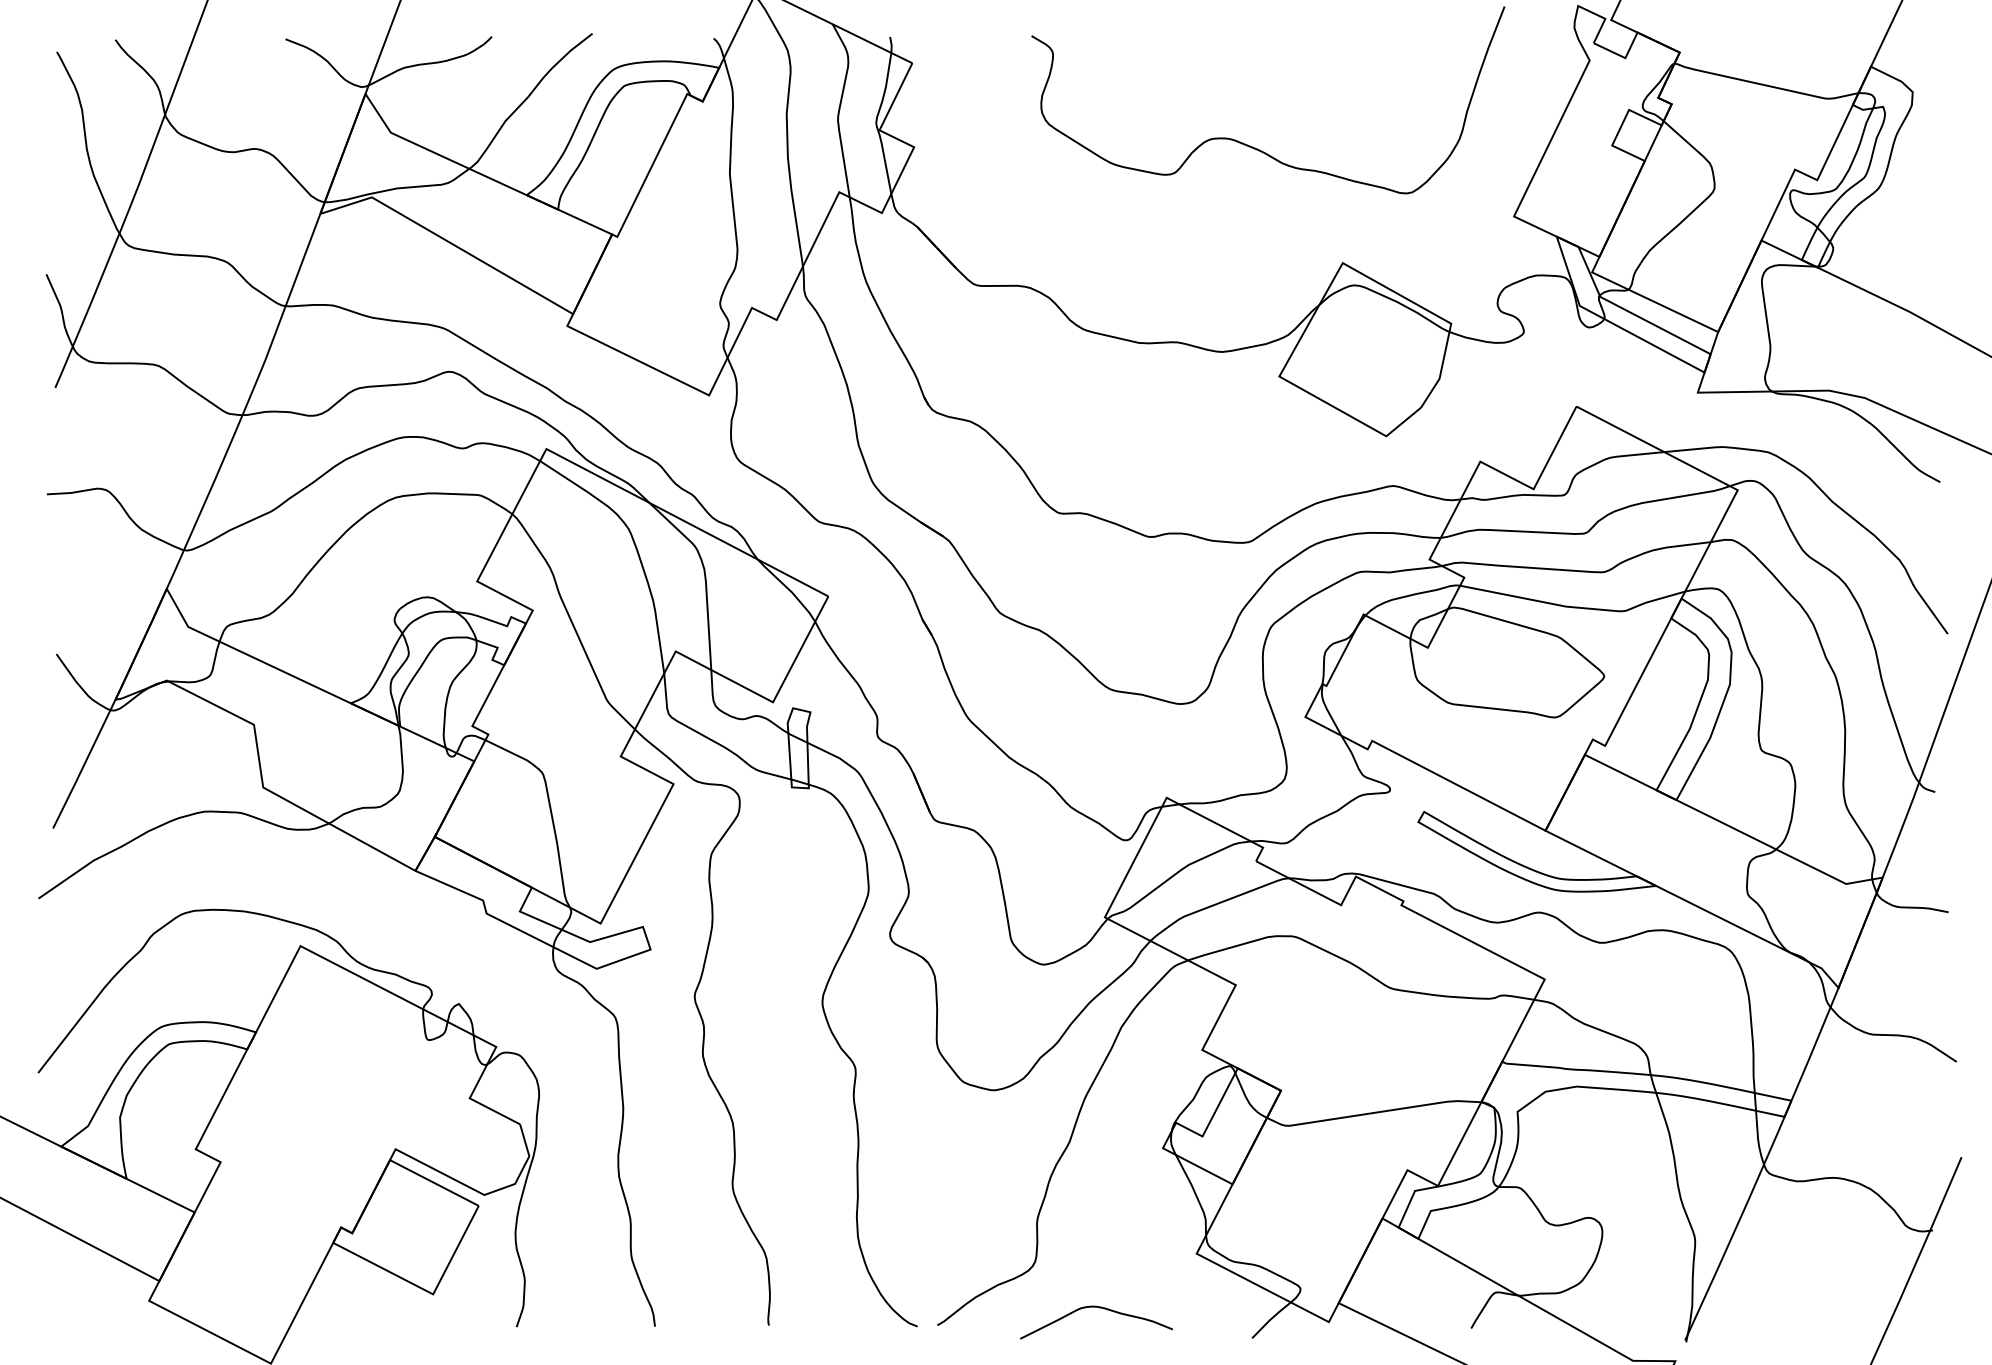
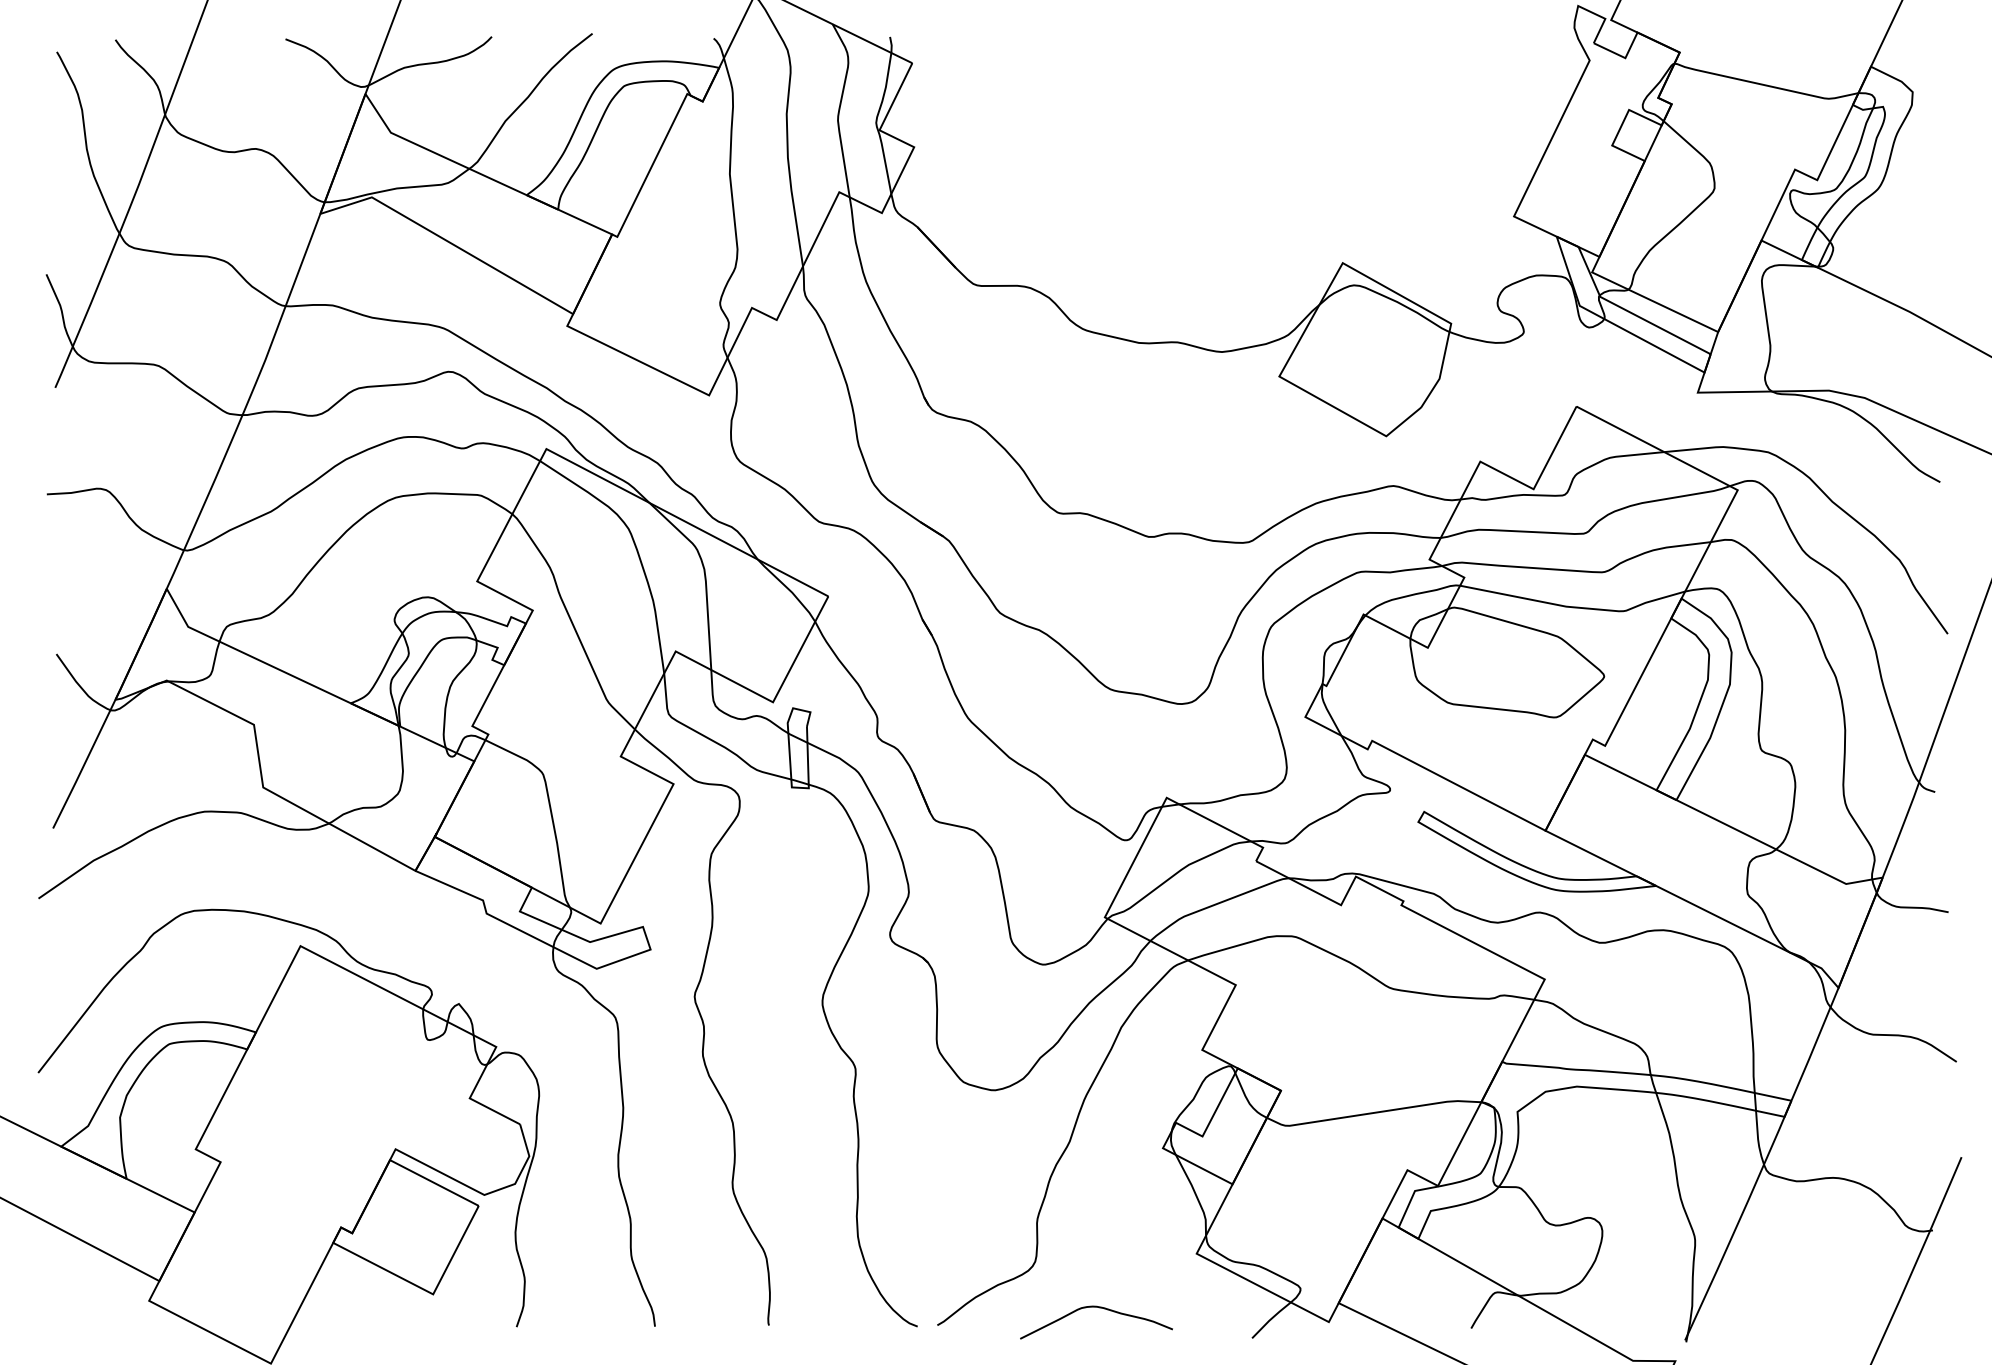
curve at (1250, 145): present -> none
